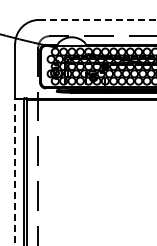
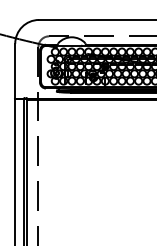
line at (98, 19): dashed -> solid
line at (14, 171): dashed -> solid
